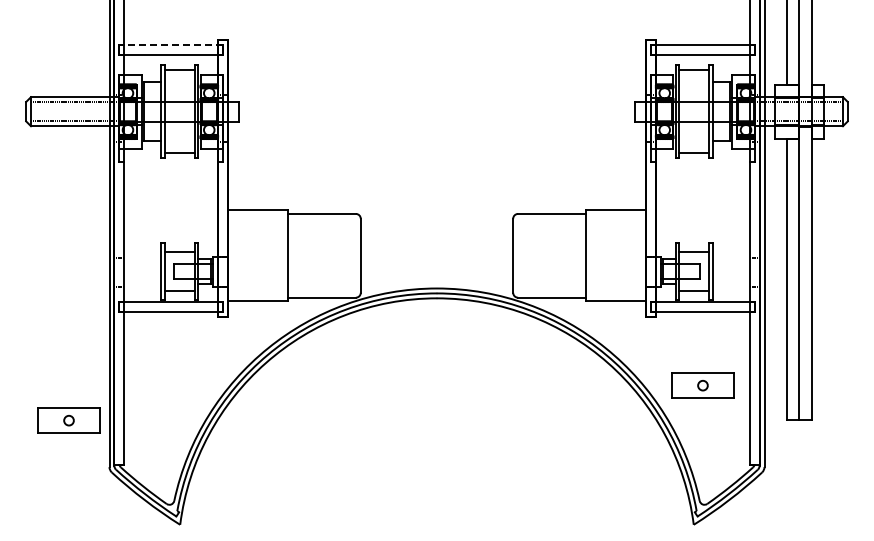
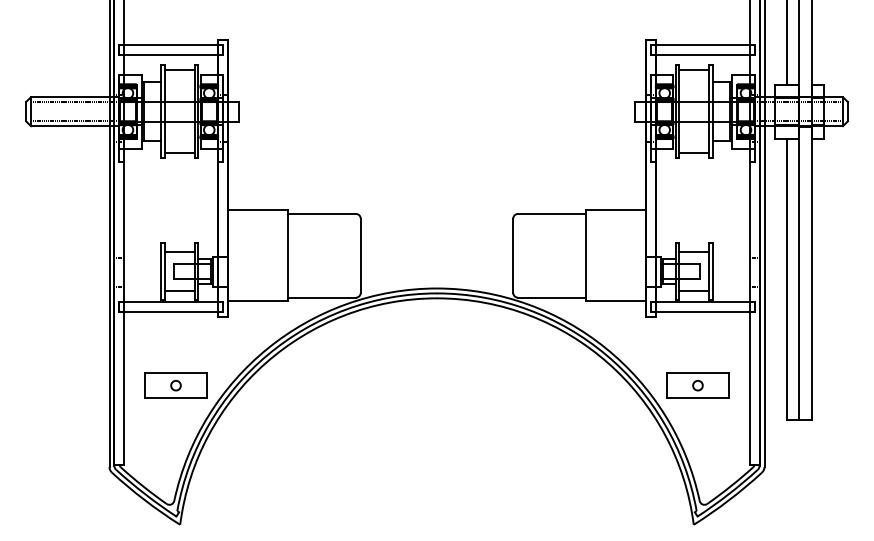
line at (171, 45): dashed -> solid
part at (702, 385) position: (702, 385) -> (697, 385)
part at (68, 420) position: (68, 420) -> (175, 385)
